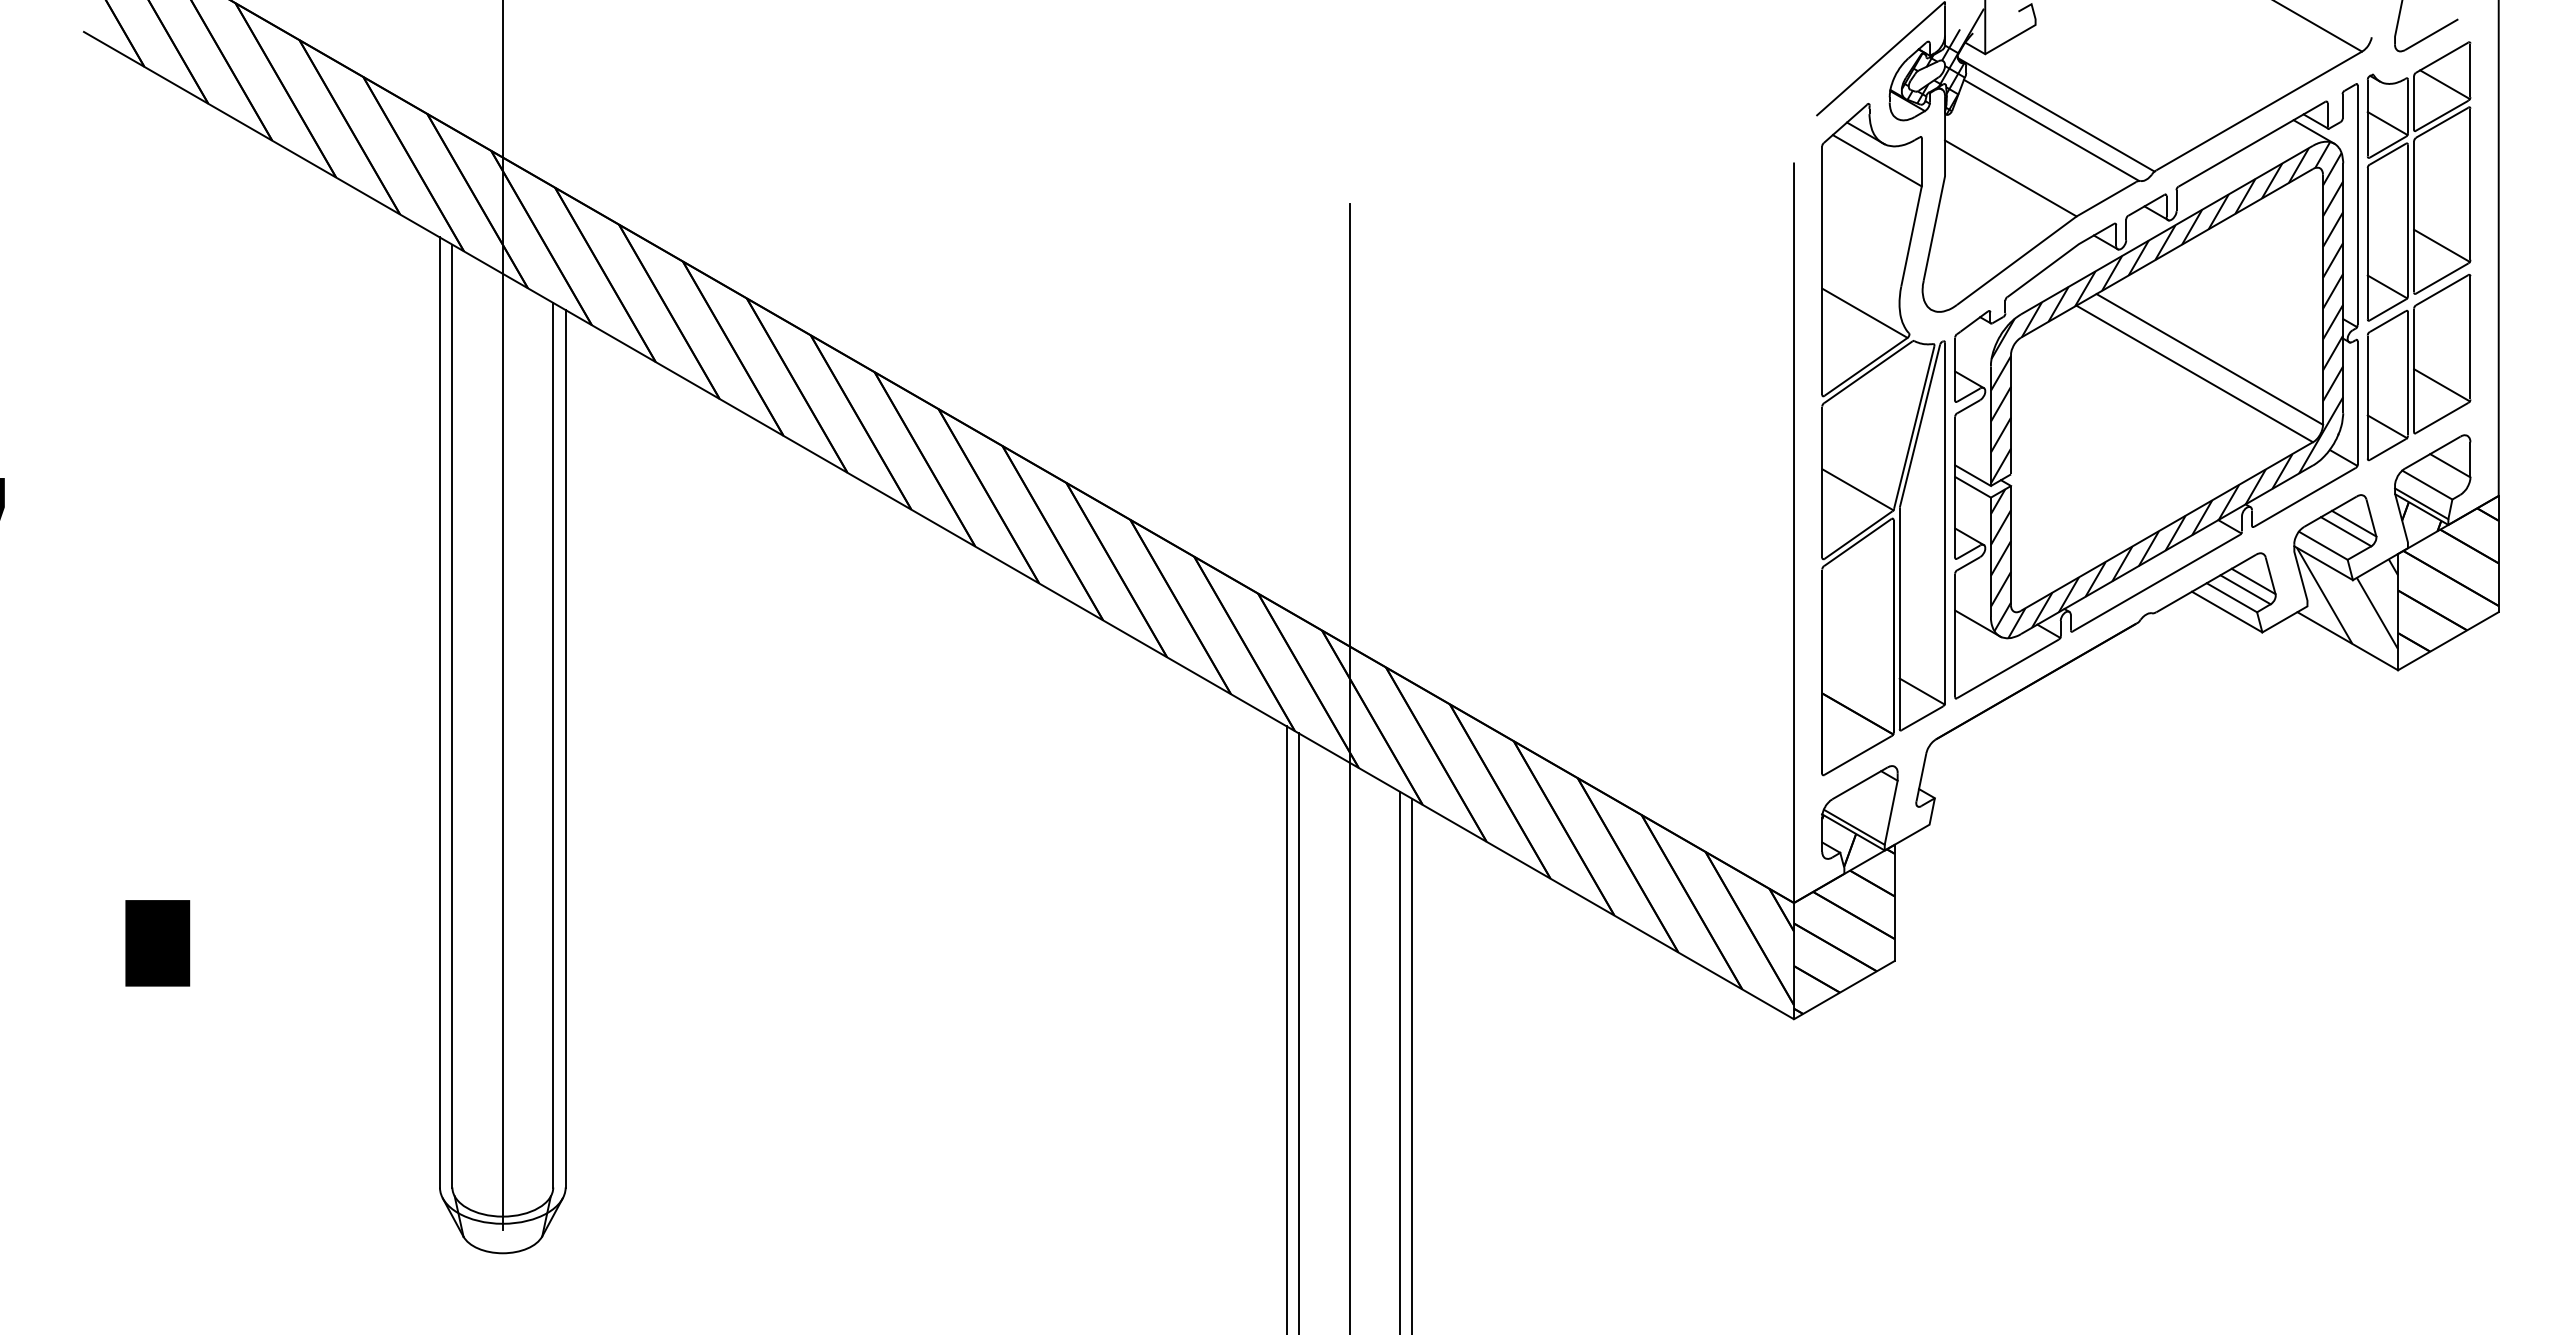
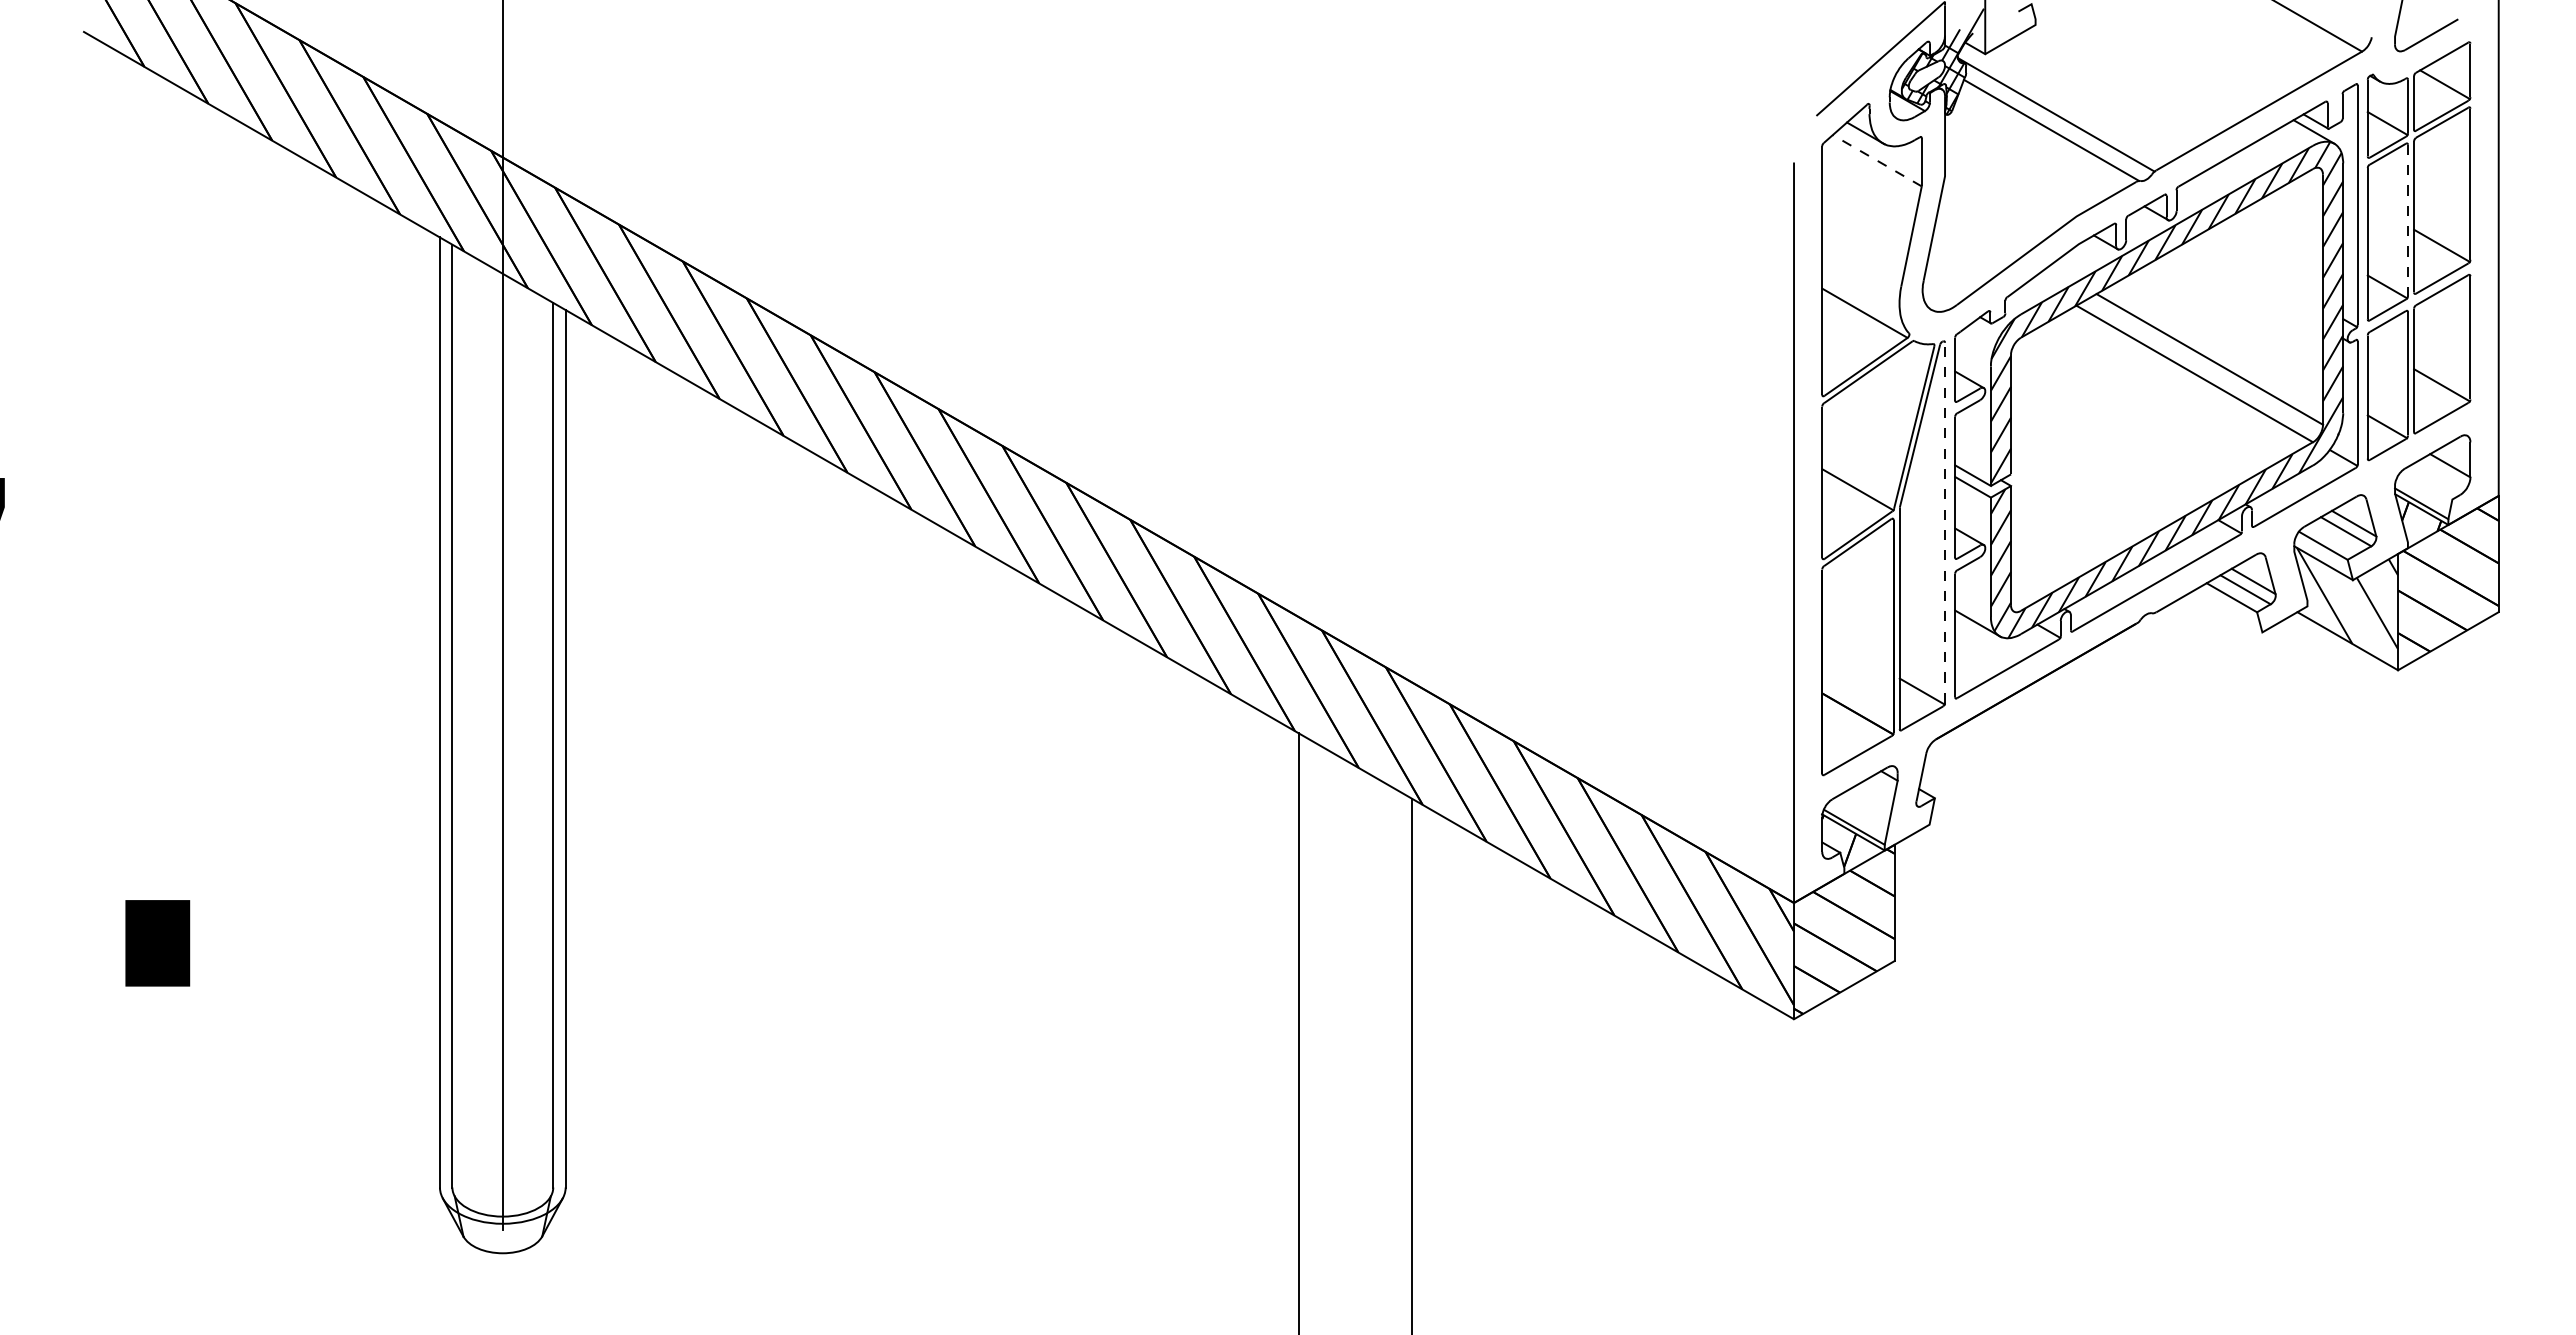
line at (1876, 160): solid -> dashed
line at (2010, 178): present -> none
line at (2407, 220): solid -> dashed
line at (2427, 484): present -> none
line at (1945, 522): solid -> dashed
line at (2226, 611): present -> none
line at (1349, 767): present -> none
line at (1286, 1028): present -> none
line at (1400, 1061): present -> none
